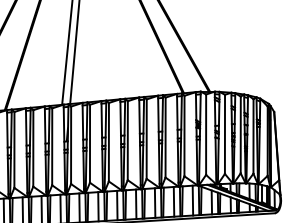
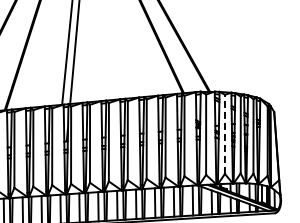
line at (224, 134): solid -> dashed
